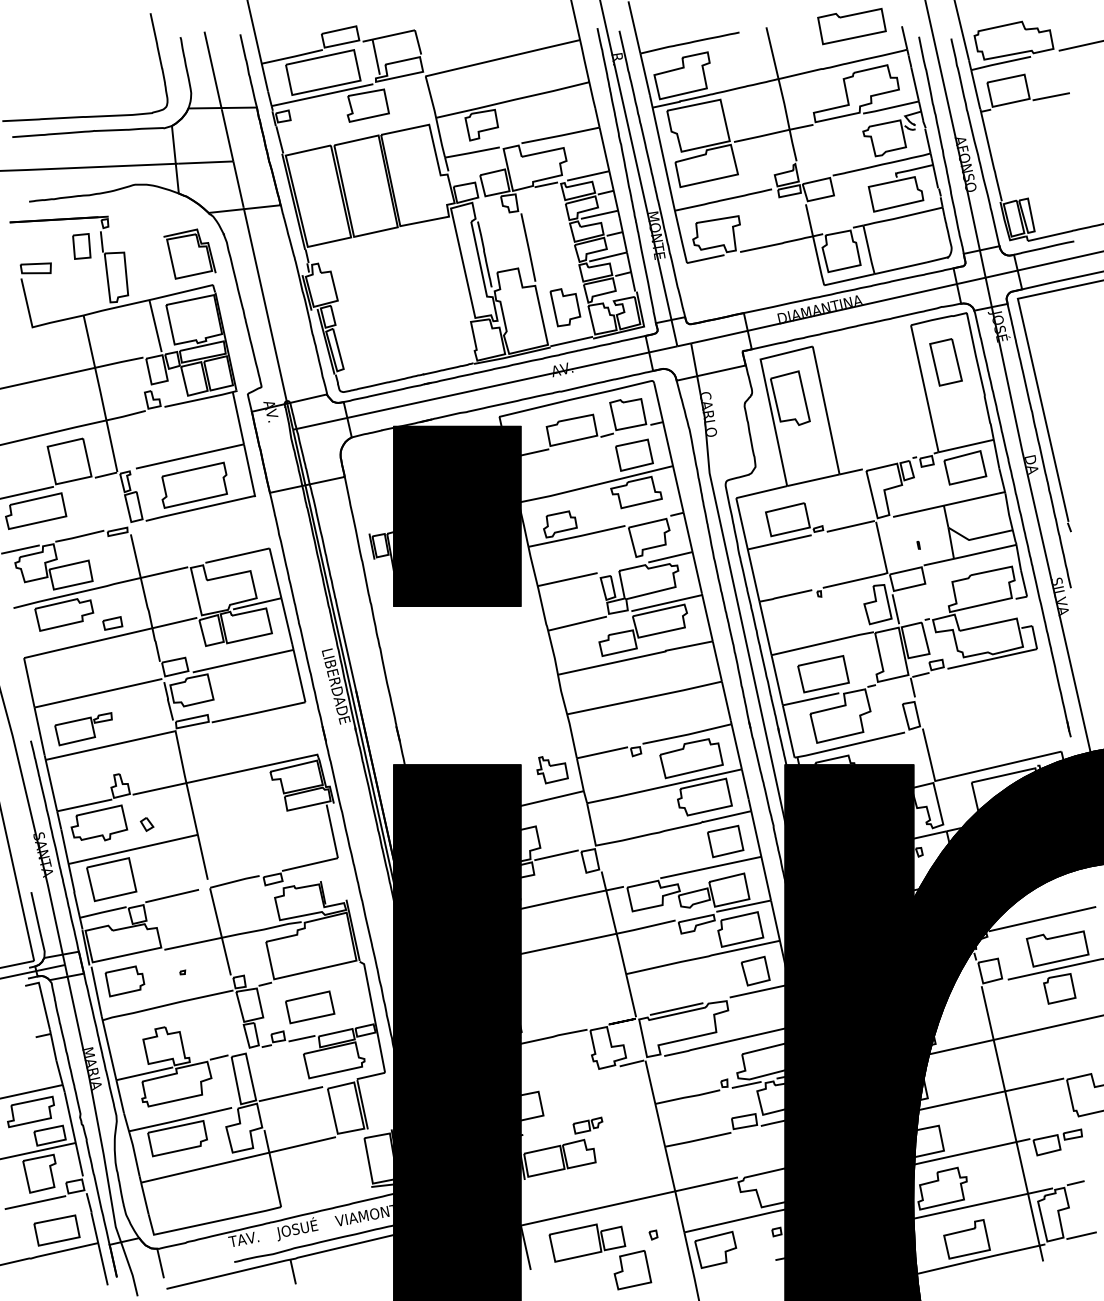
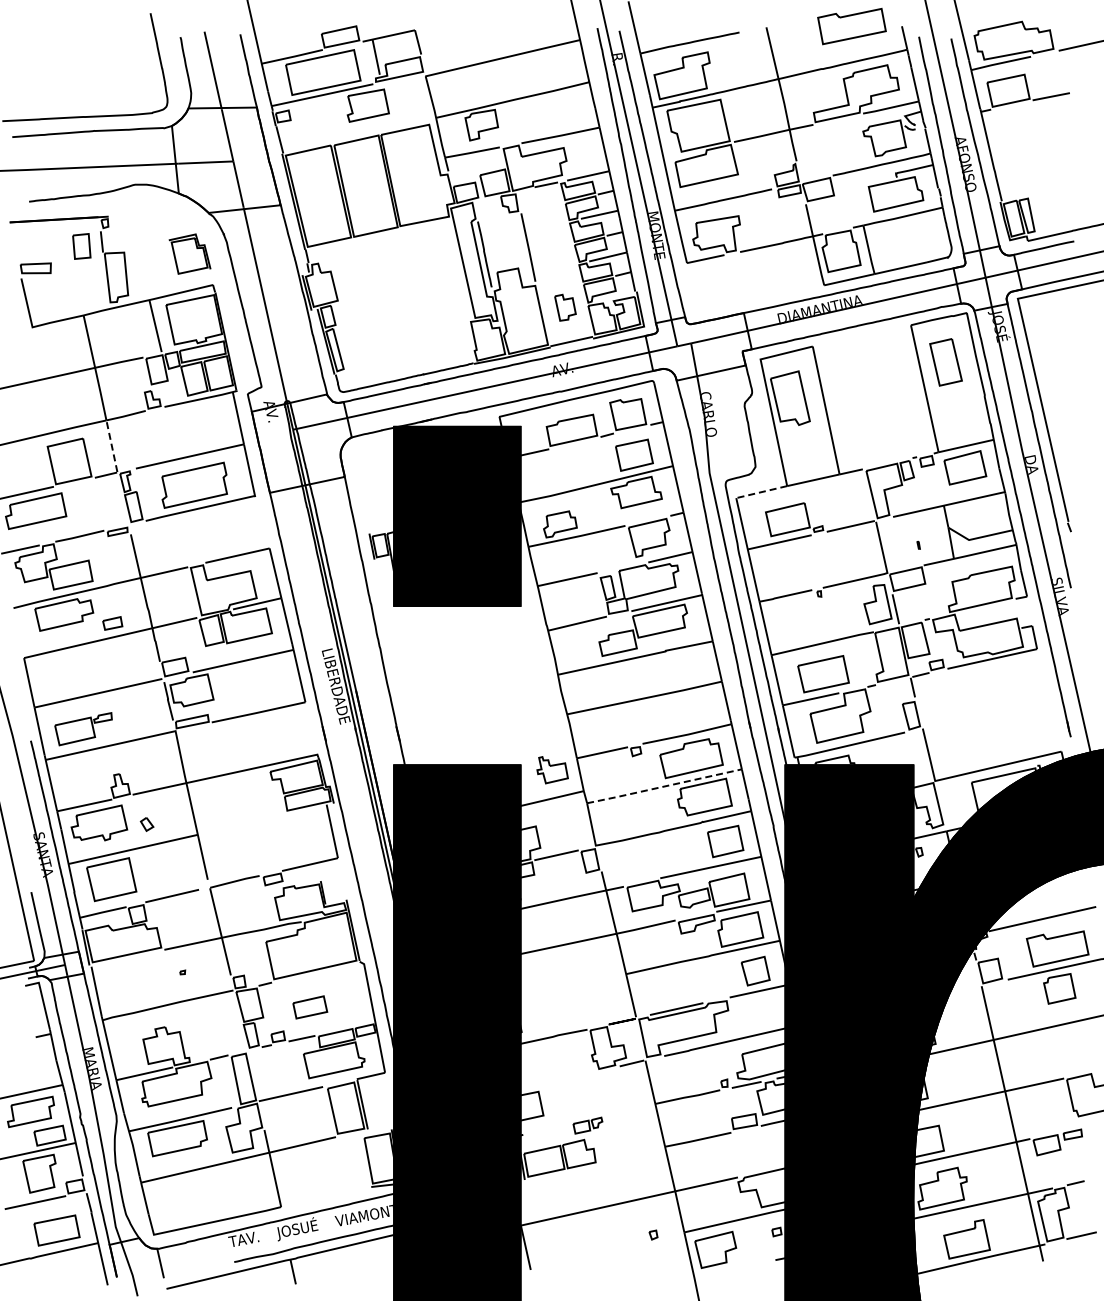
part at (189, 253) size: 54x52 px -> 44x42 px
part at (565, 307) size: 33x40 px -> 23x29 px
line at (111, 445): solid -> dashed
line at (761, 492): solid -> dashed
line at (664, 786): solid -> dashed
part at (124, 981): present -> none
part at (310, 1007) size: 51x35 px -> 37x25 px
part at (600, 1256): present -> none
